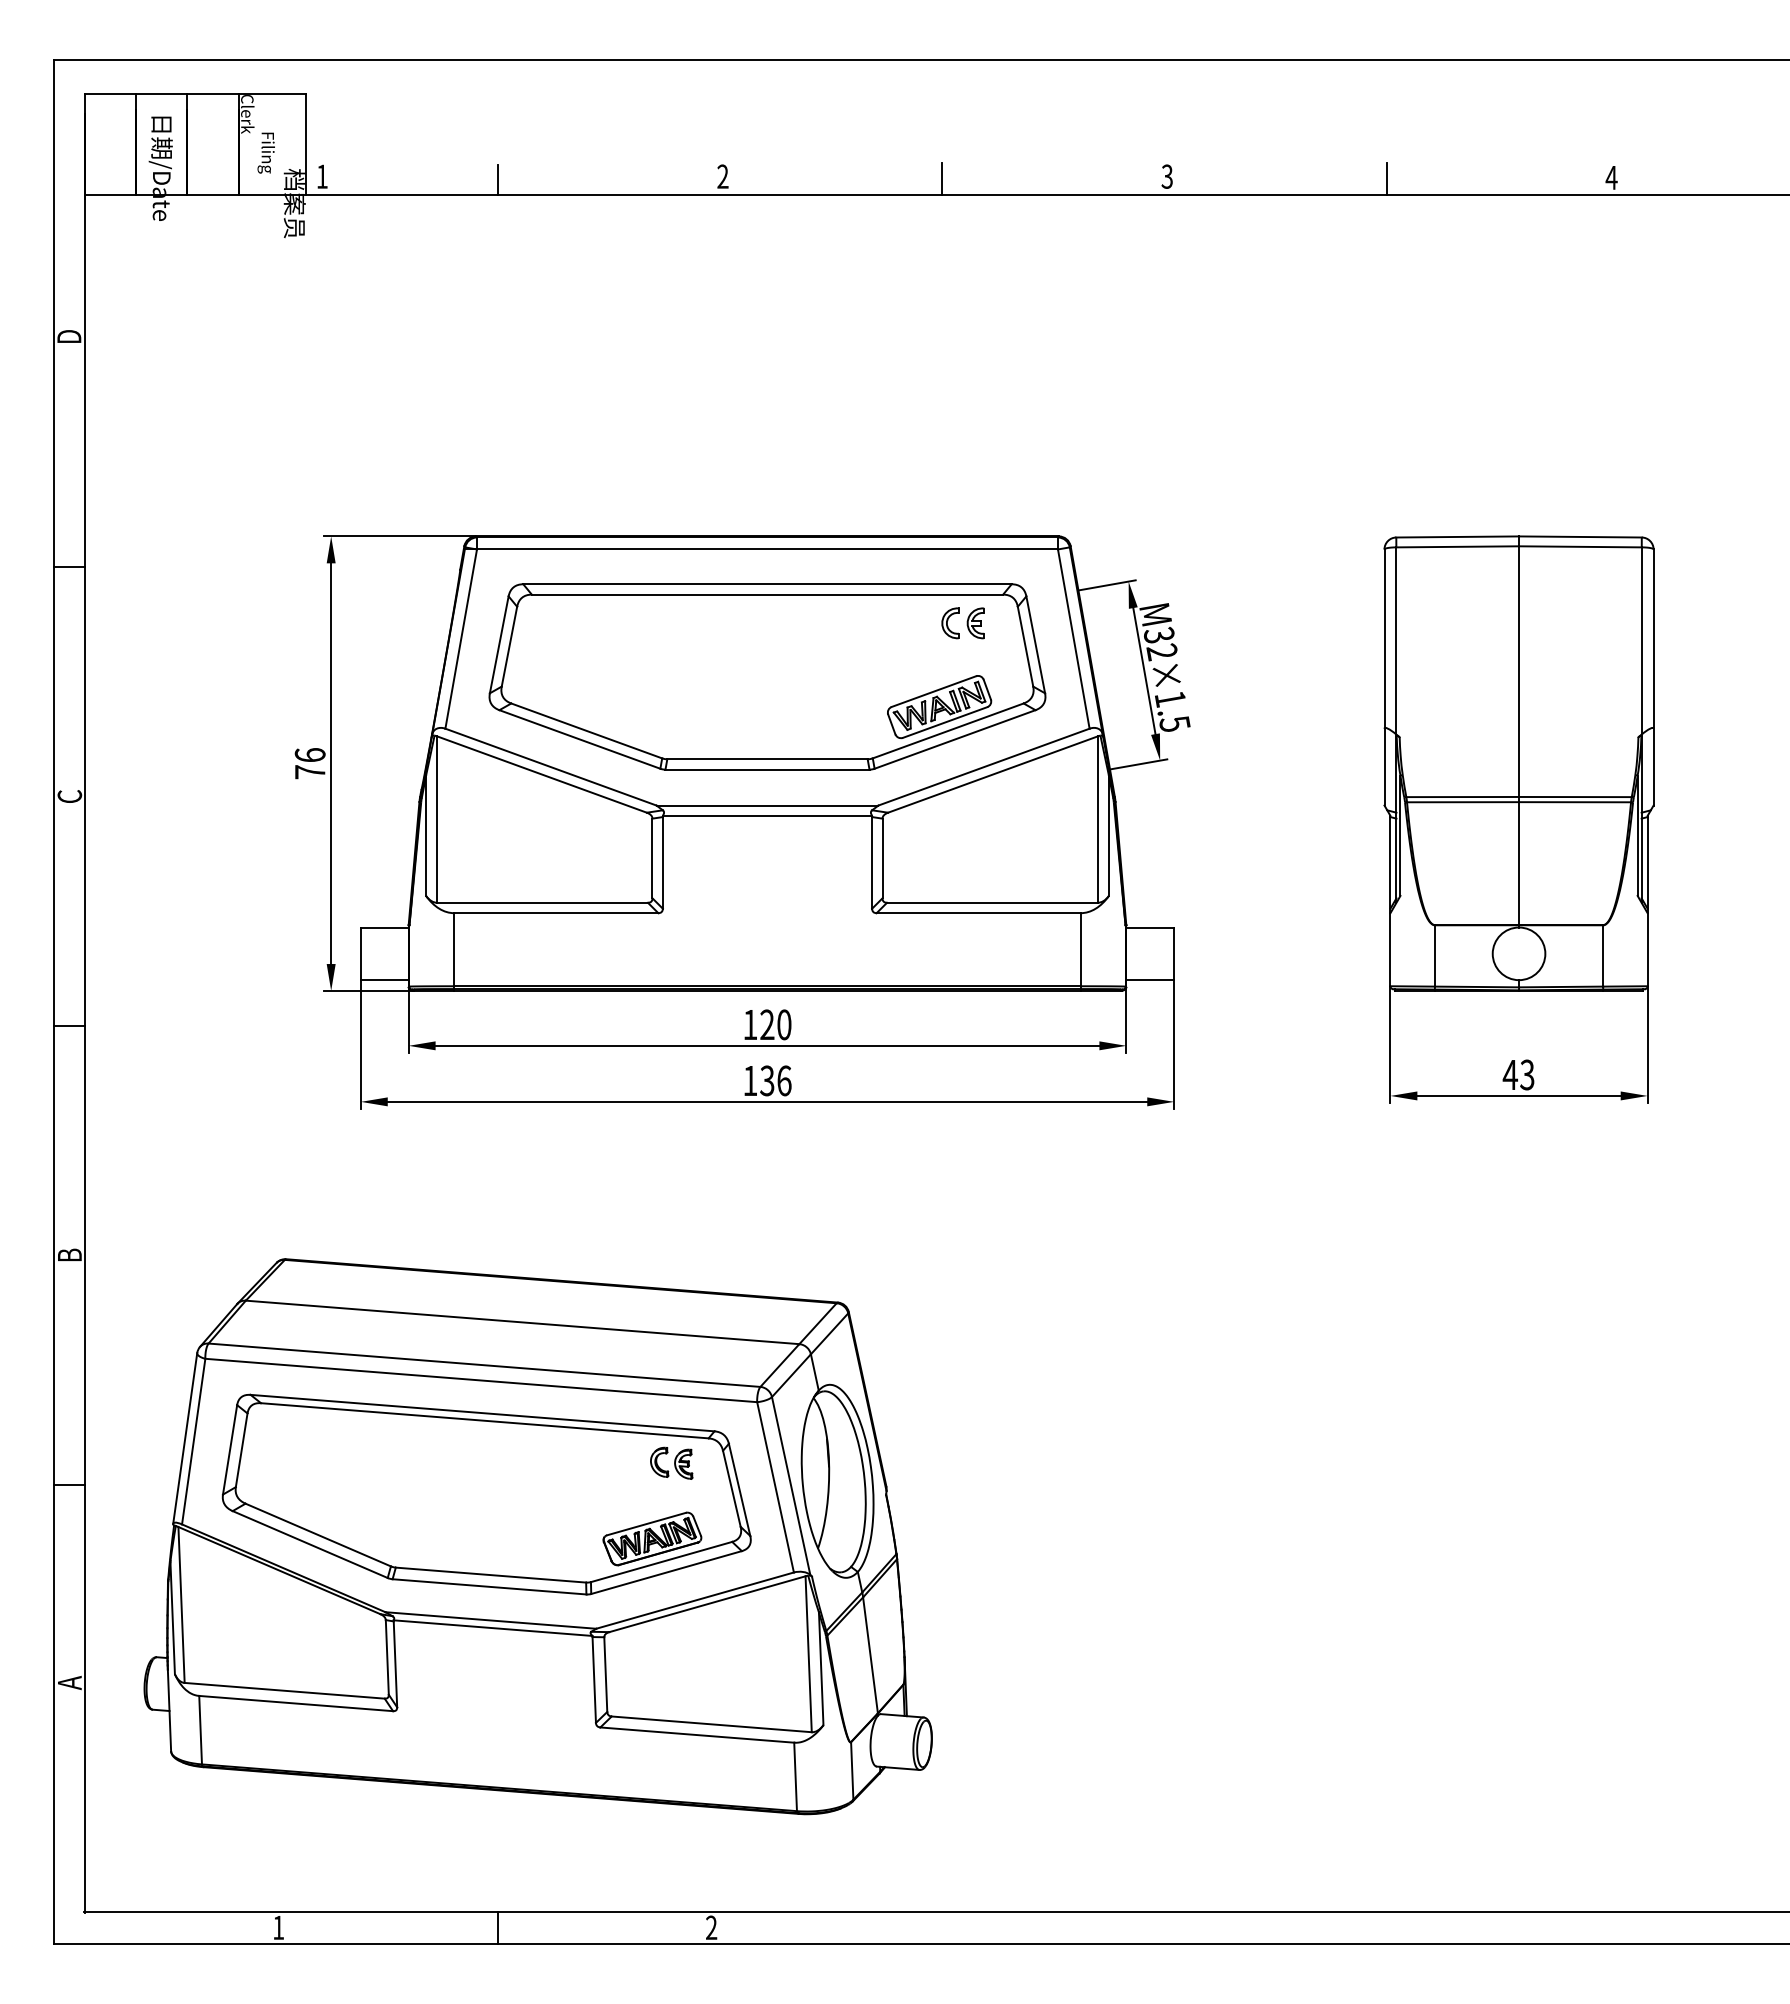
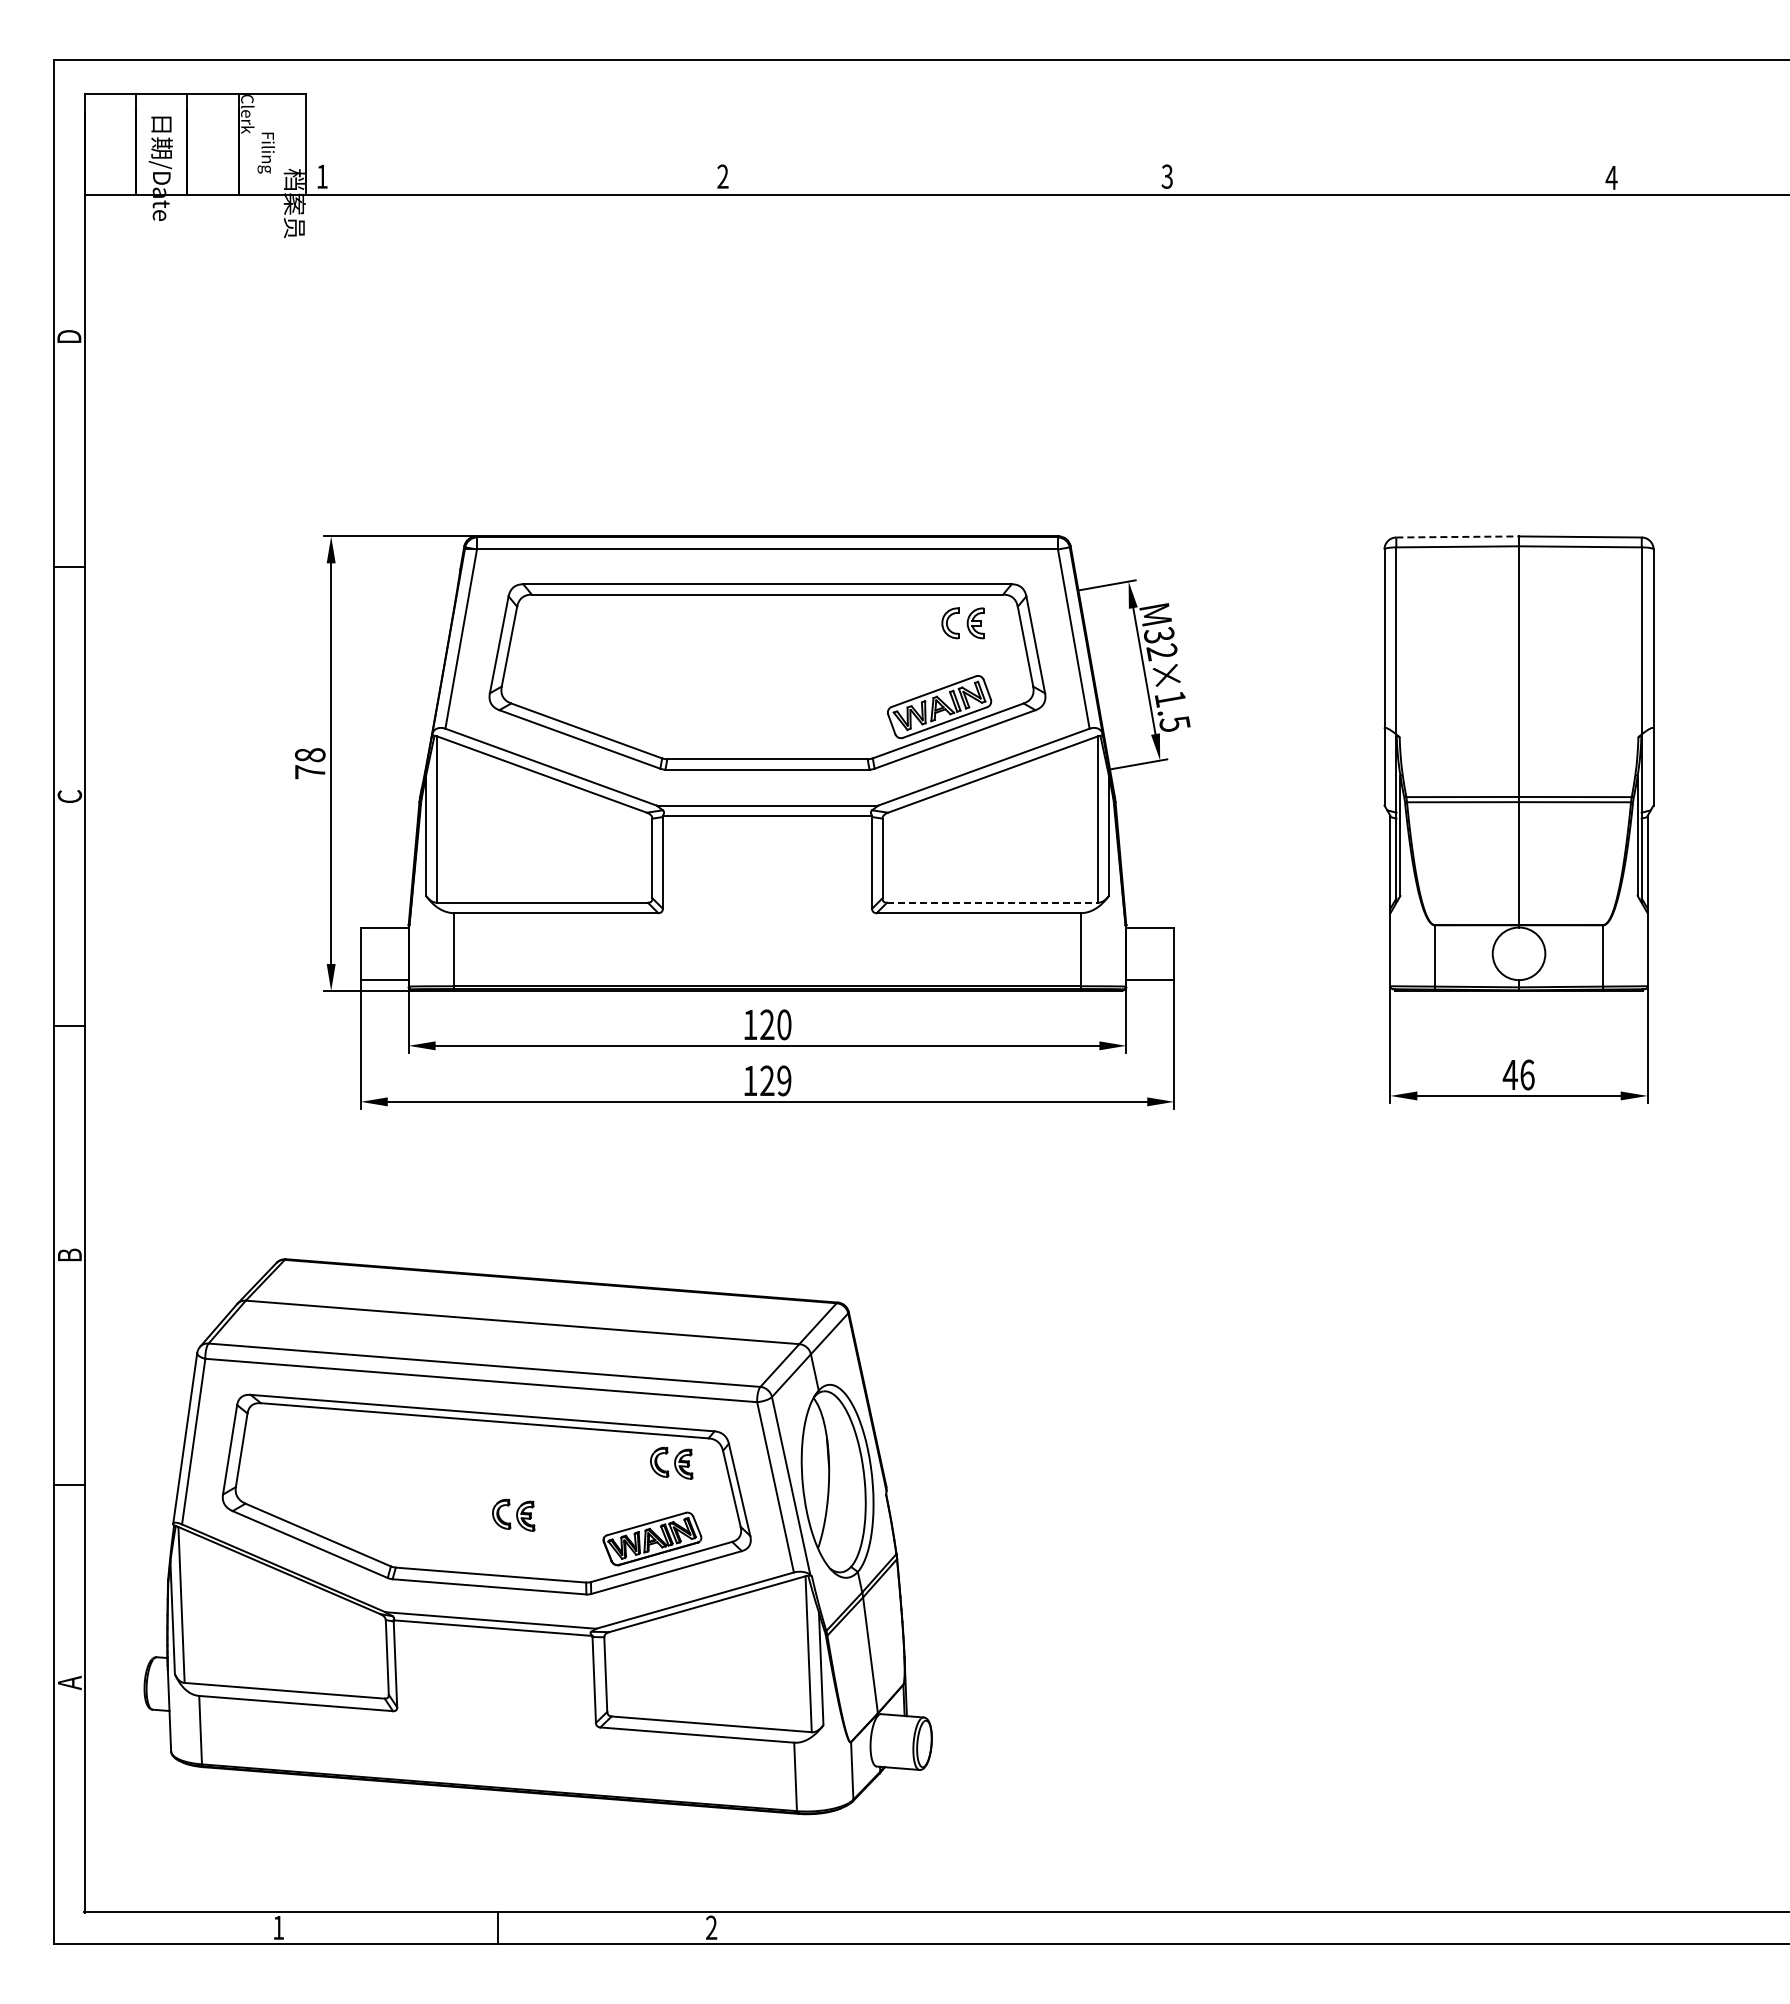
line at (942, 178): present -> none
line at (1386, 178): present -> none
line at (497, 179): present -> none
line at (1458, 536): solid -> dashed
text at (309, 755): 76 -> 78
line at (992, 902): solid -> dashed
text at (1527, 1074): 43 -> 46
text at (775, 1080): 136 -> 129
part at (513, 1514): none -> present
